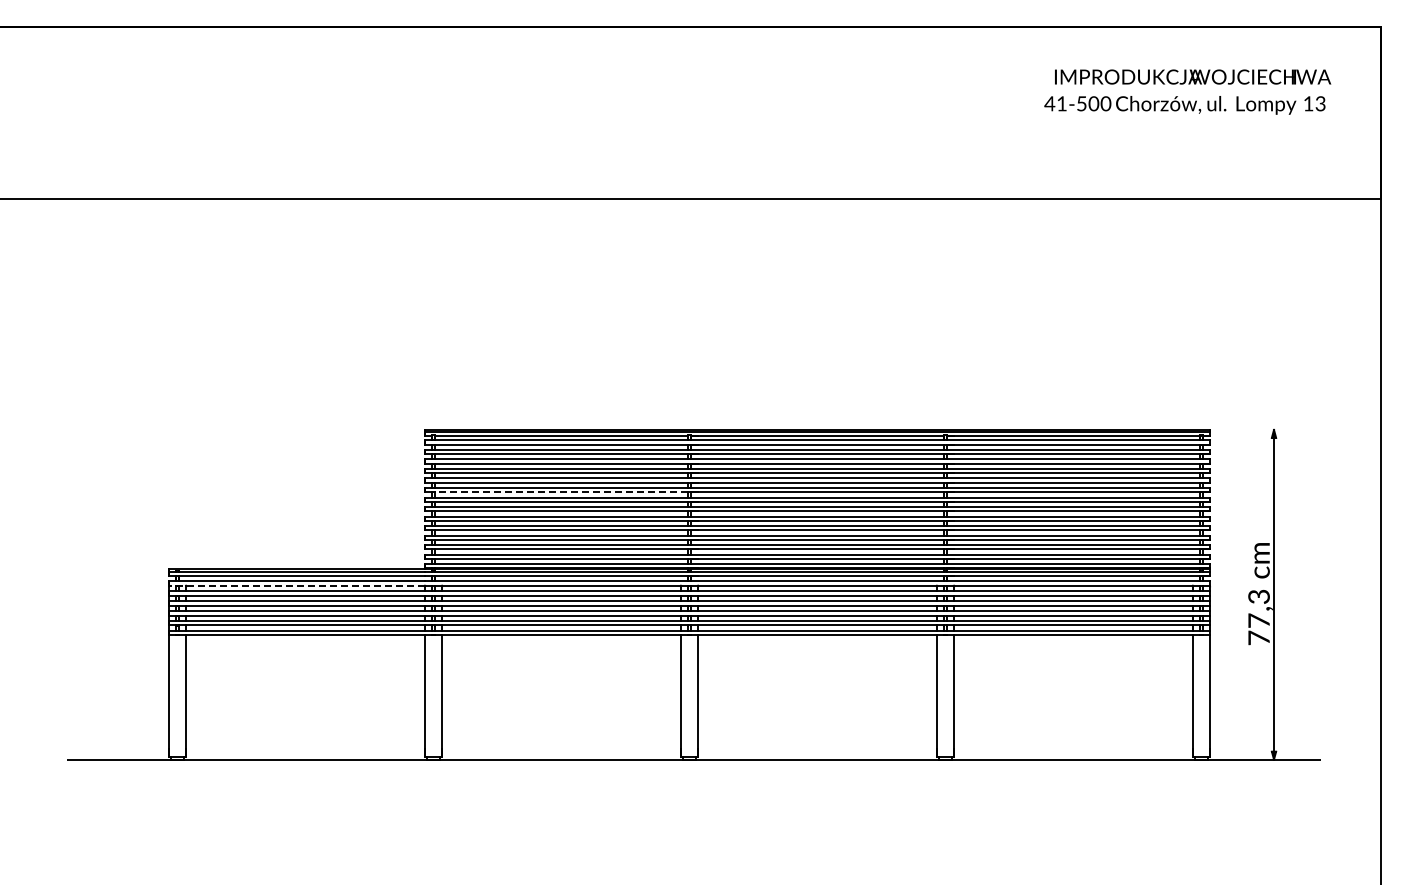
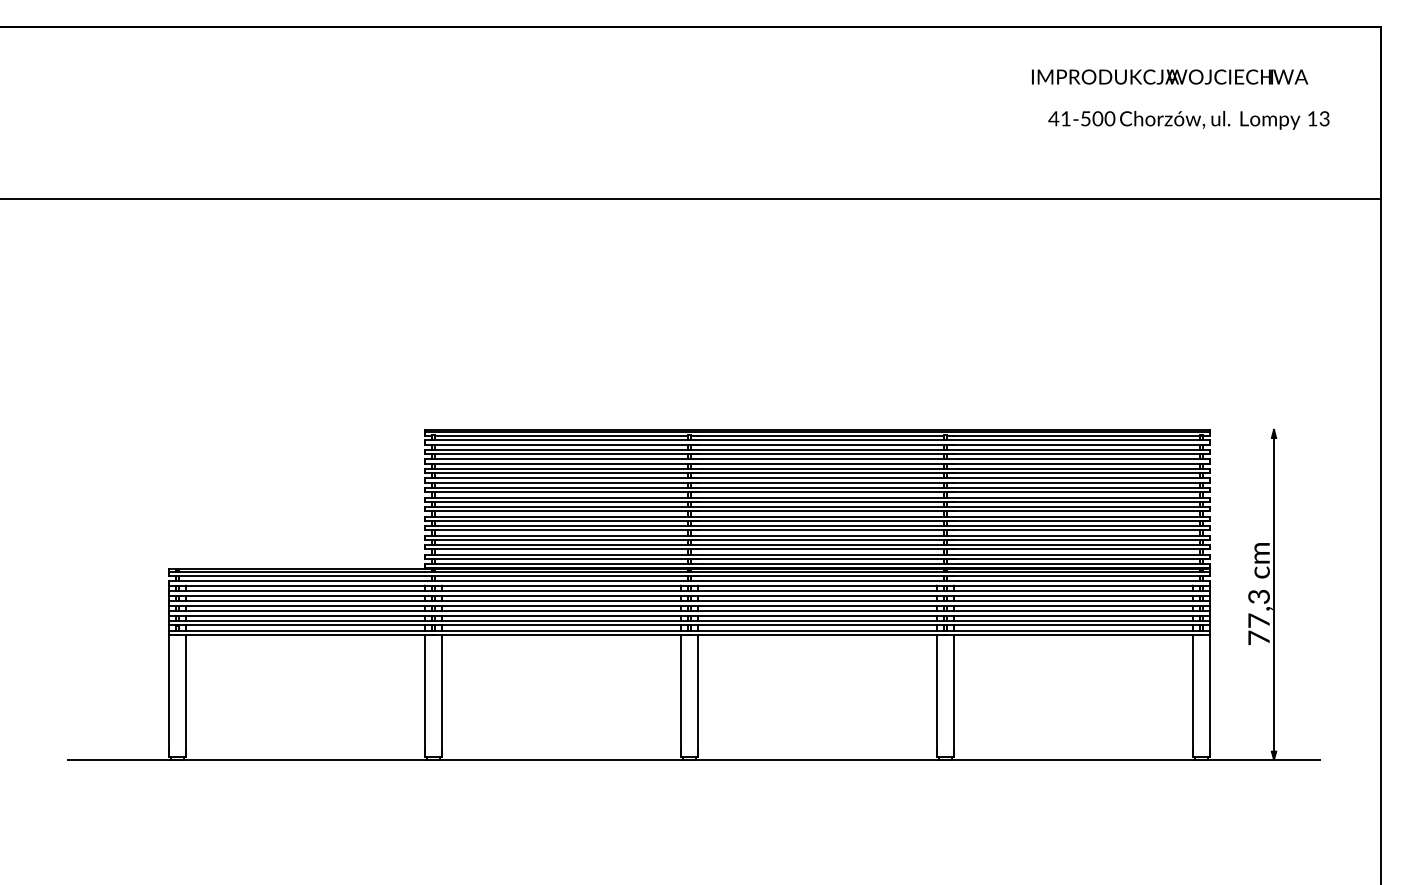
text at (1193, 76) position: (1193, 76) -> (1170, 76)
text at (1184, 105) position: (1184, 105) -> (1188, 120)
line at (561, 492): dashed -> solid
line at (297, 585): dashed -> solid
